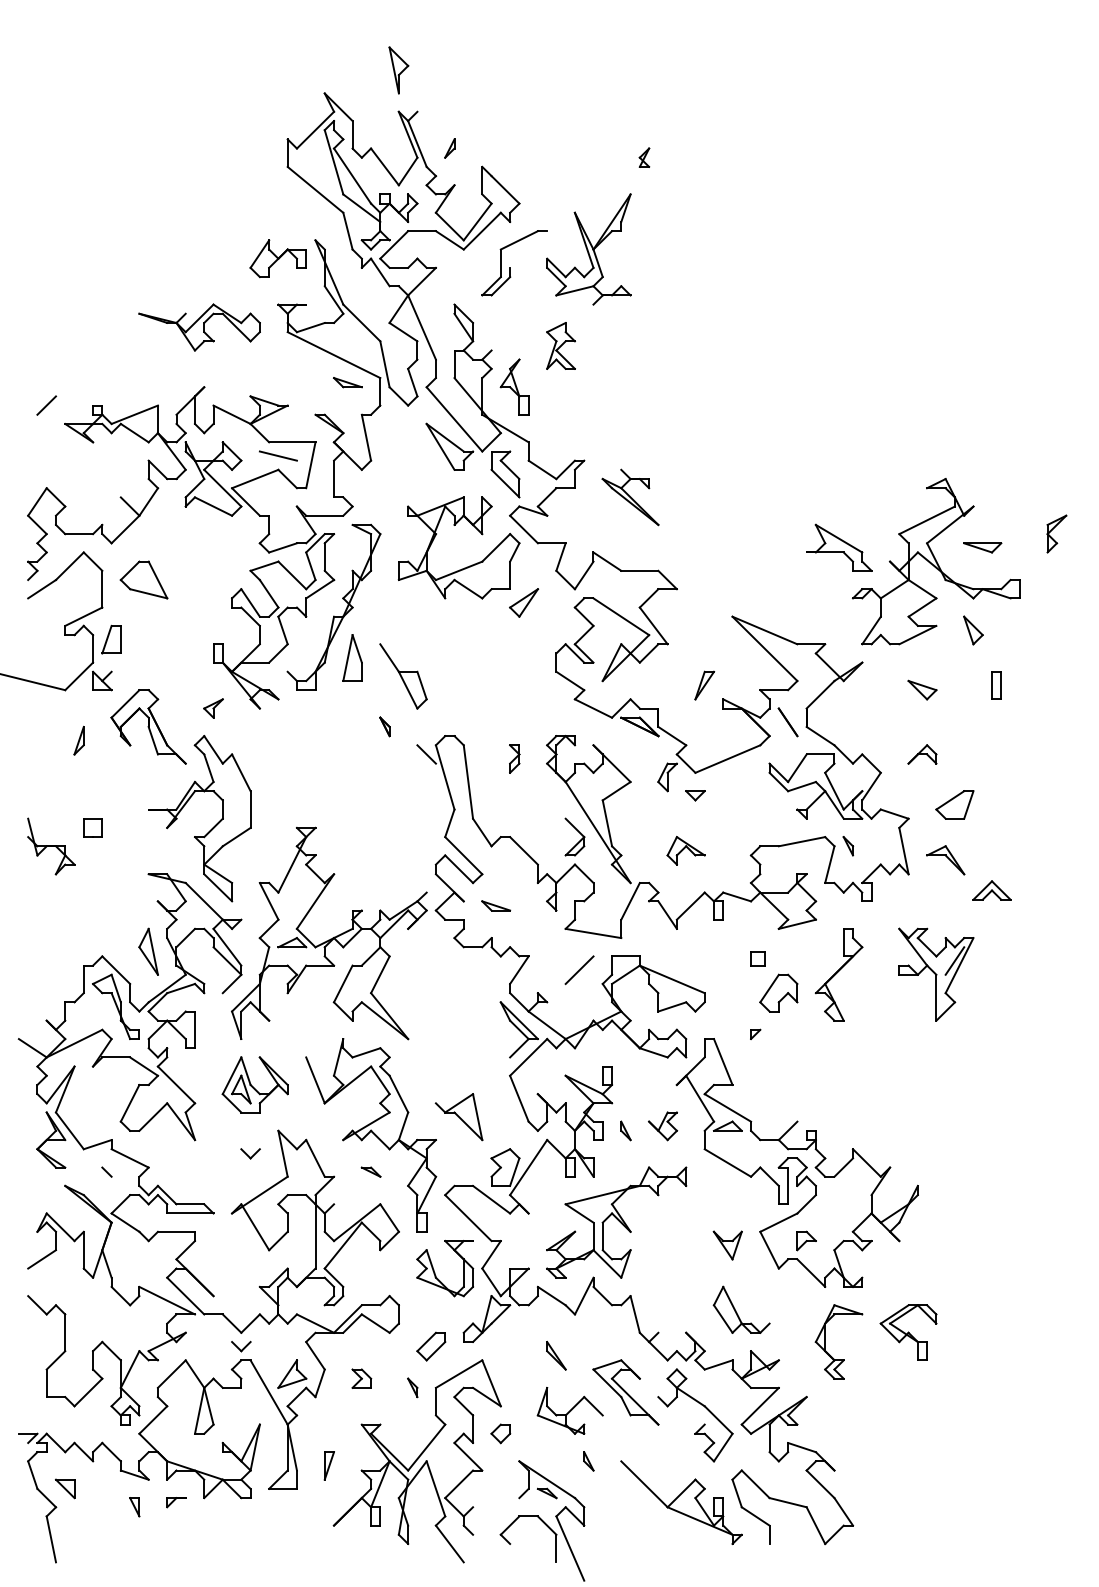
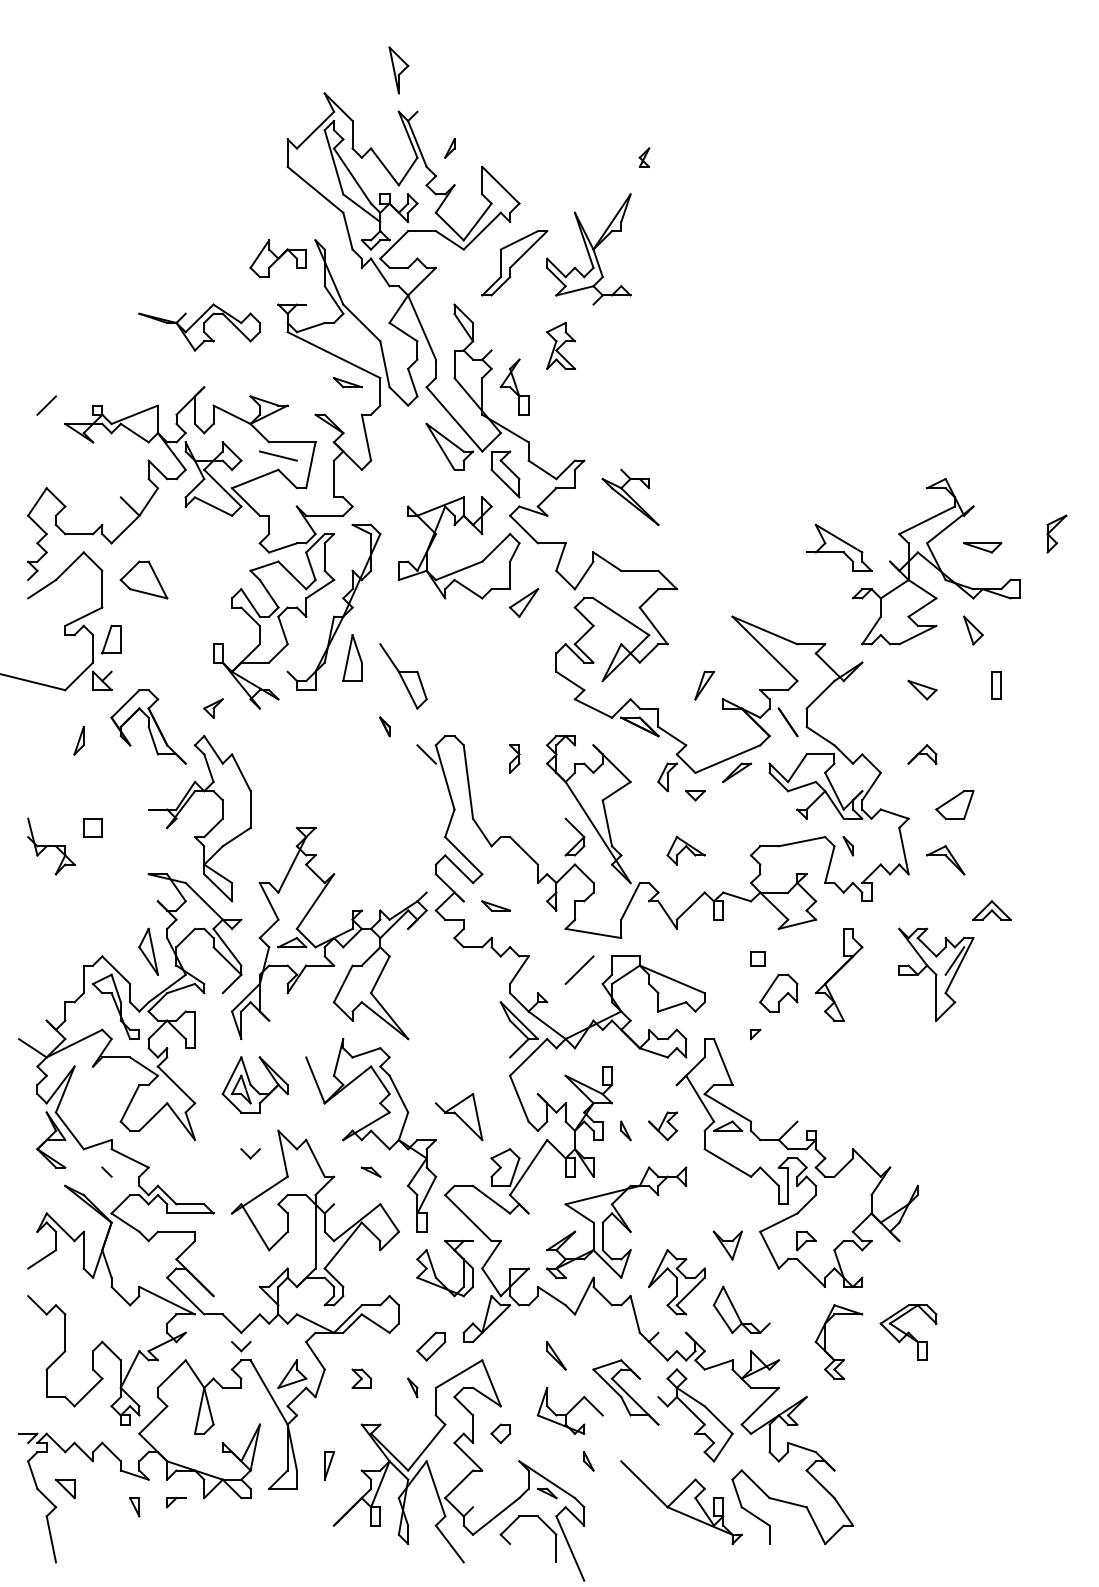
line at (528, 249): none -> present
part at (737, 772): none -> present
part at (991, 890) position: (991, 890) -> (991, 910)
part at (676, 1282): none -> present
line at (690, 1410): none -> present
line at (496, 1516): none -> present
